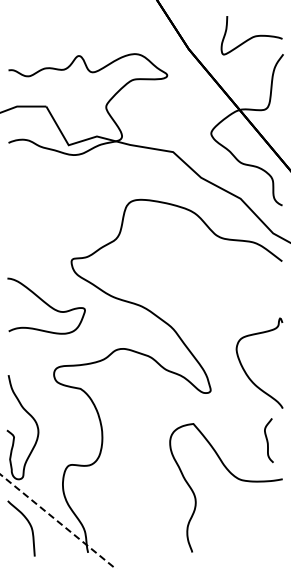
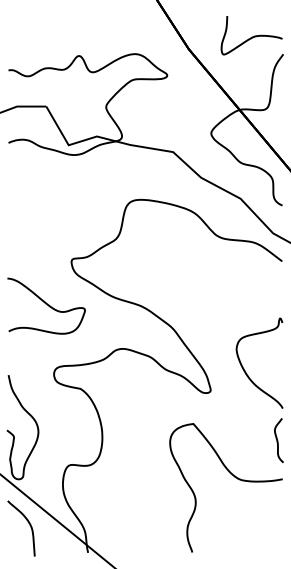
curve at (268, 440) position: (268, 440) -> (278, 440)
line at (58, 521): dashed -> solid
